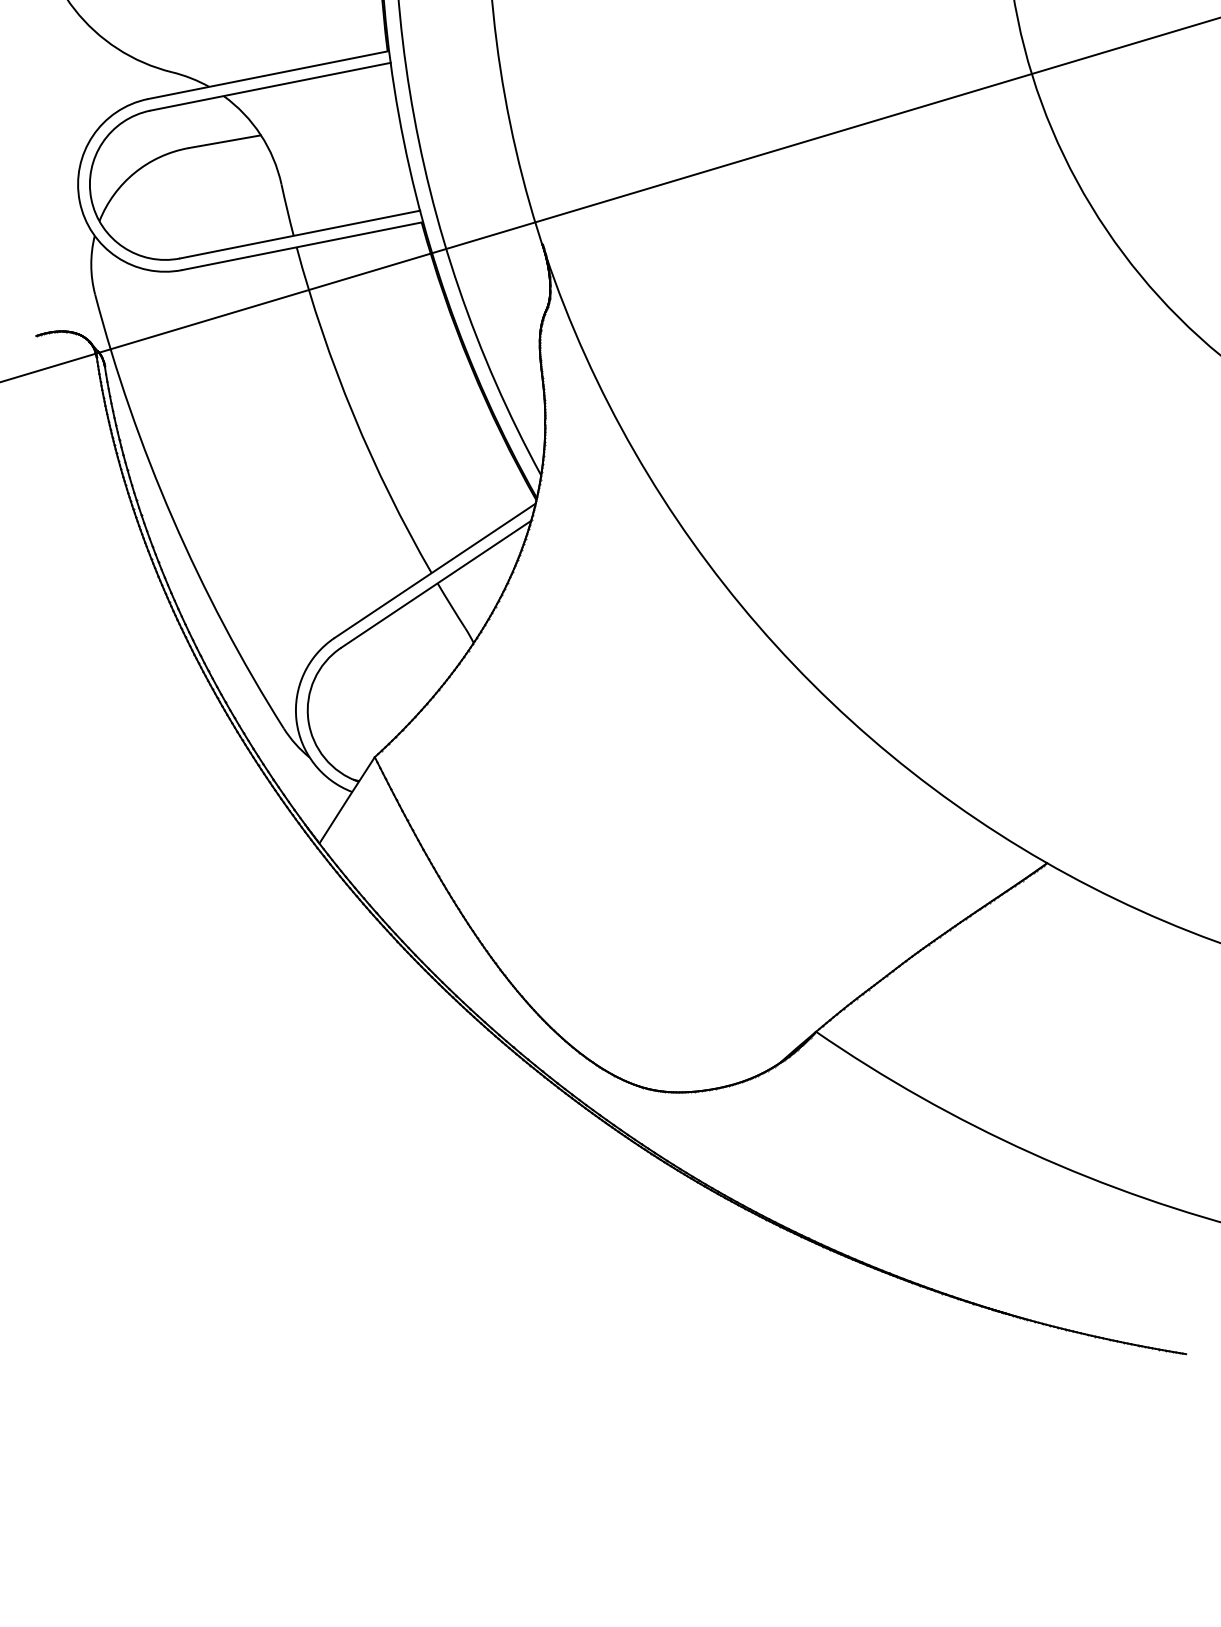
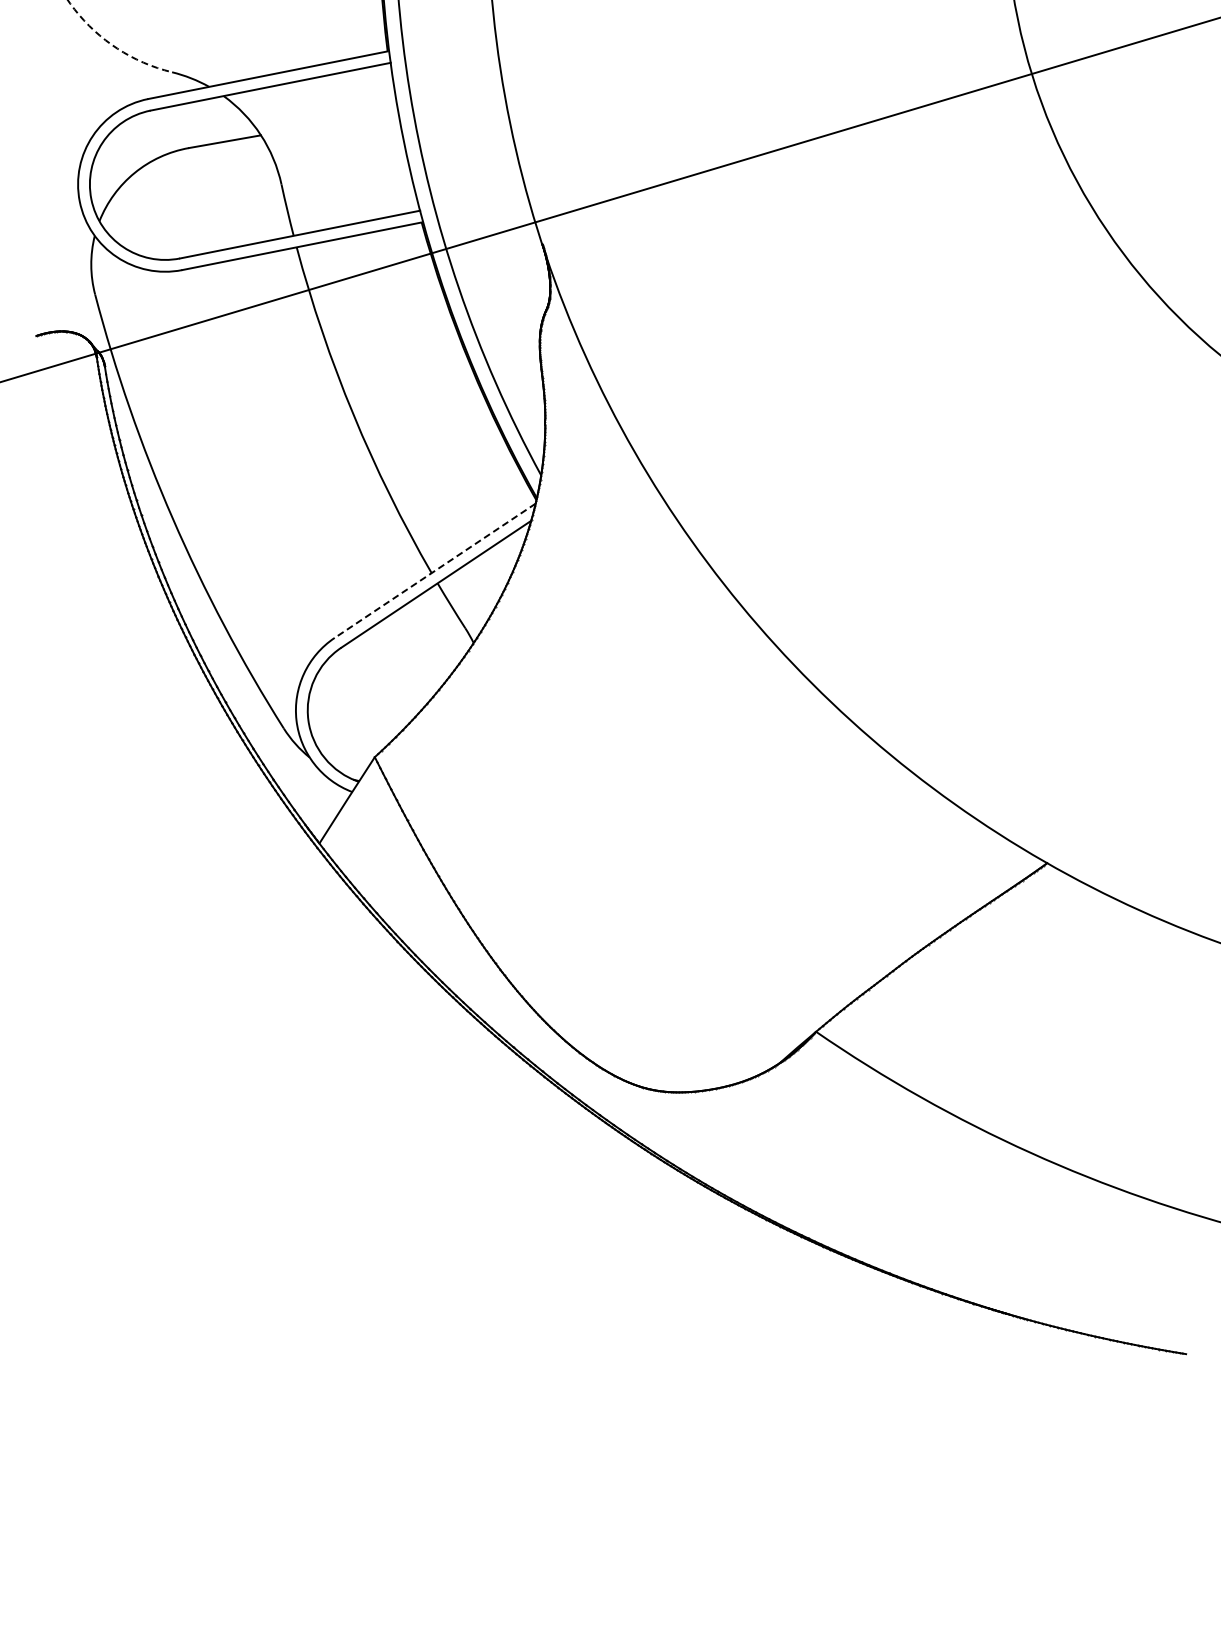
arc at (112, 45): solid -> dashed
line at (435, 570): solid -> dashed
